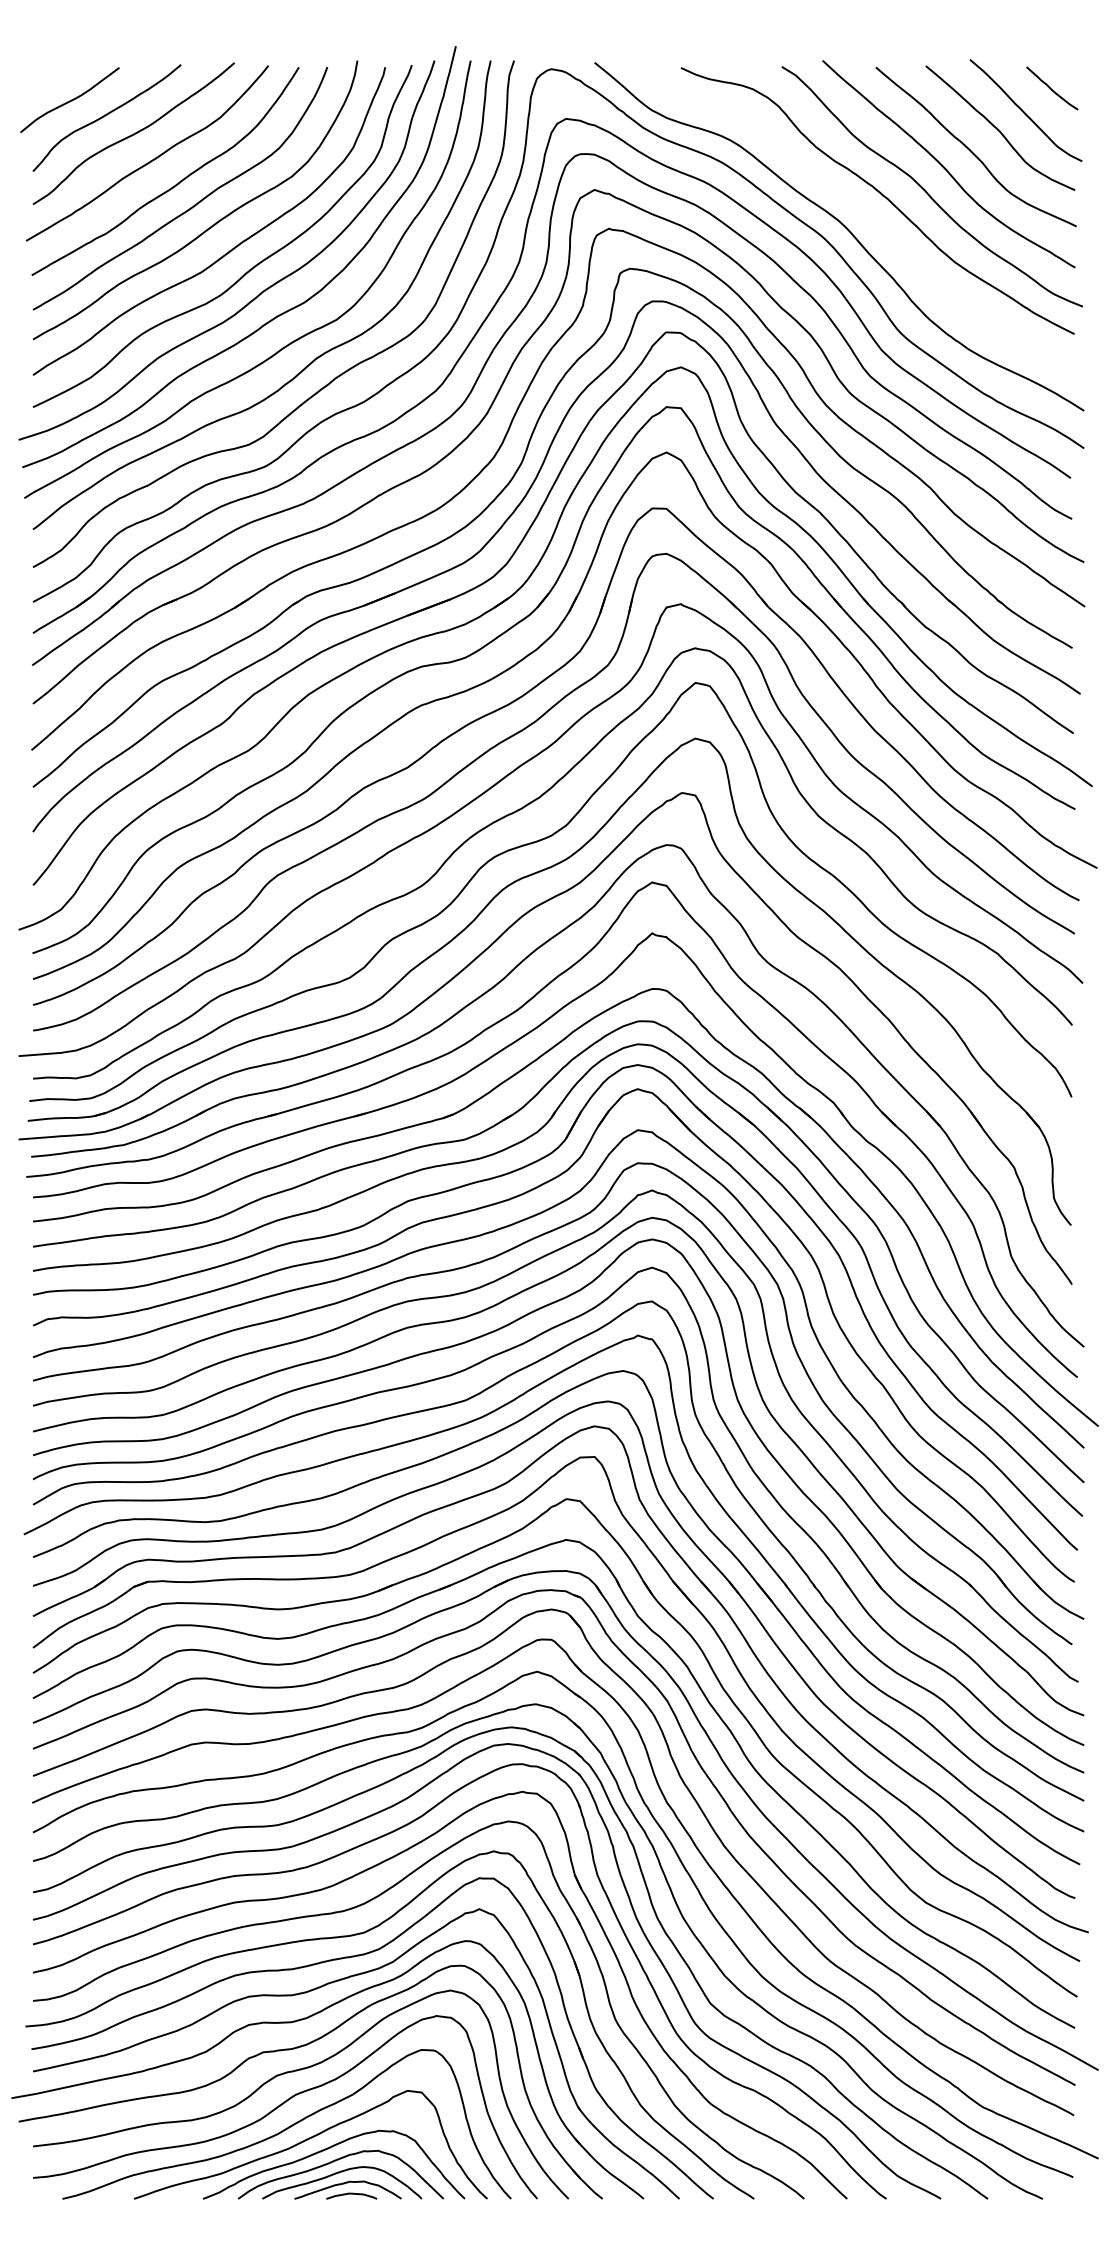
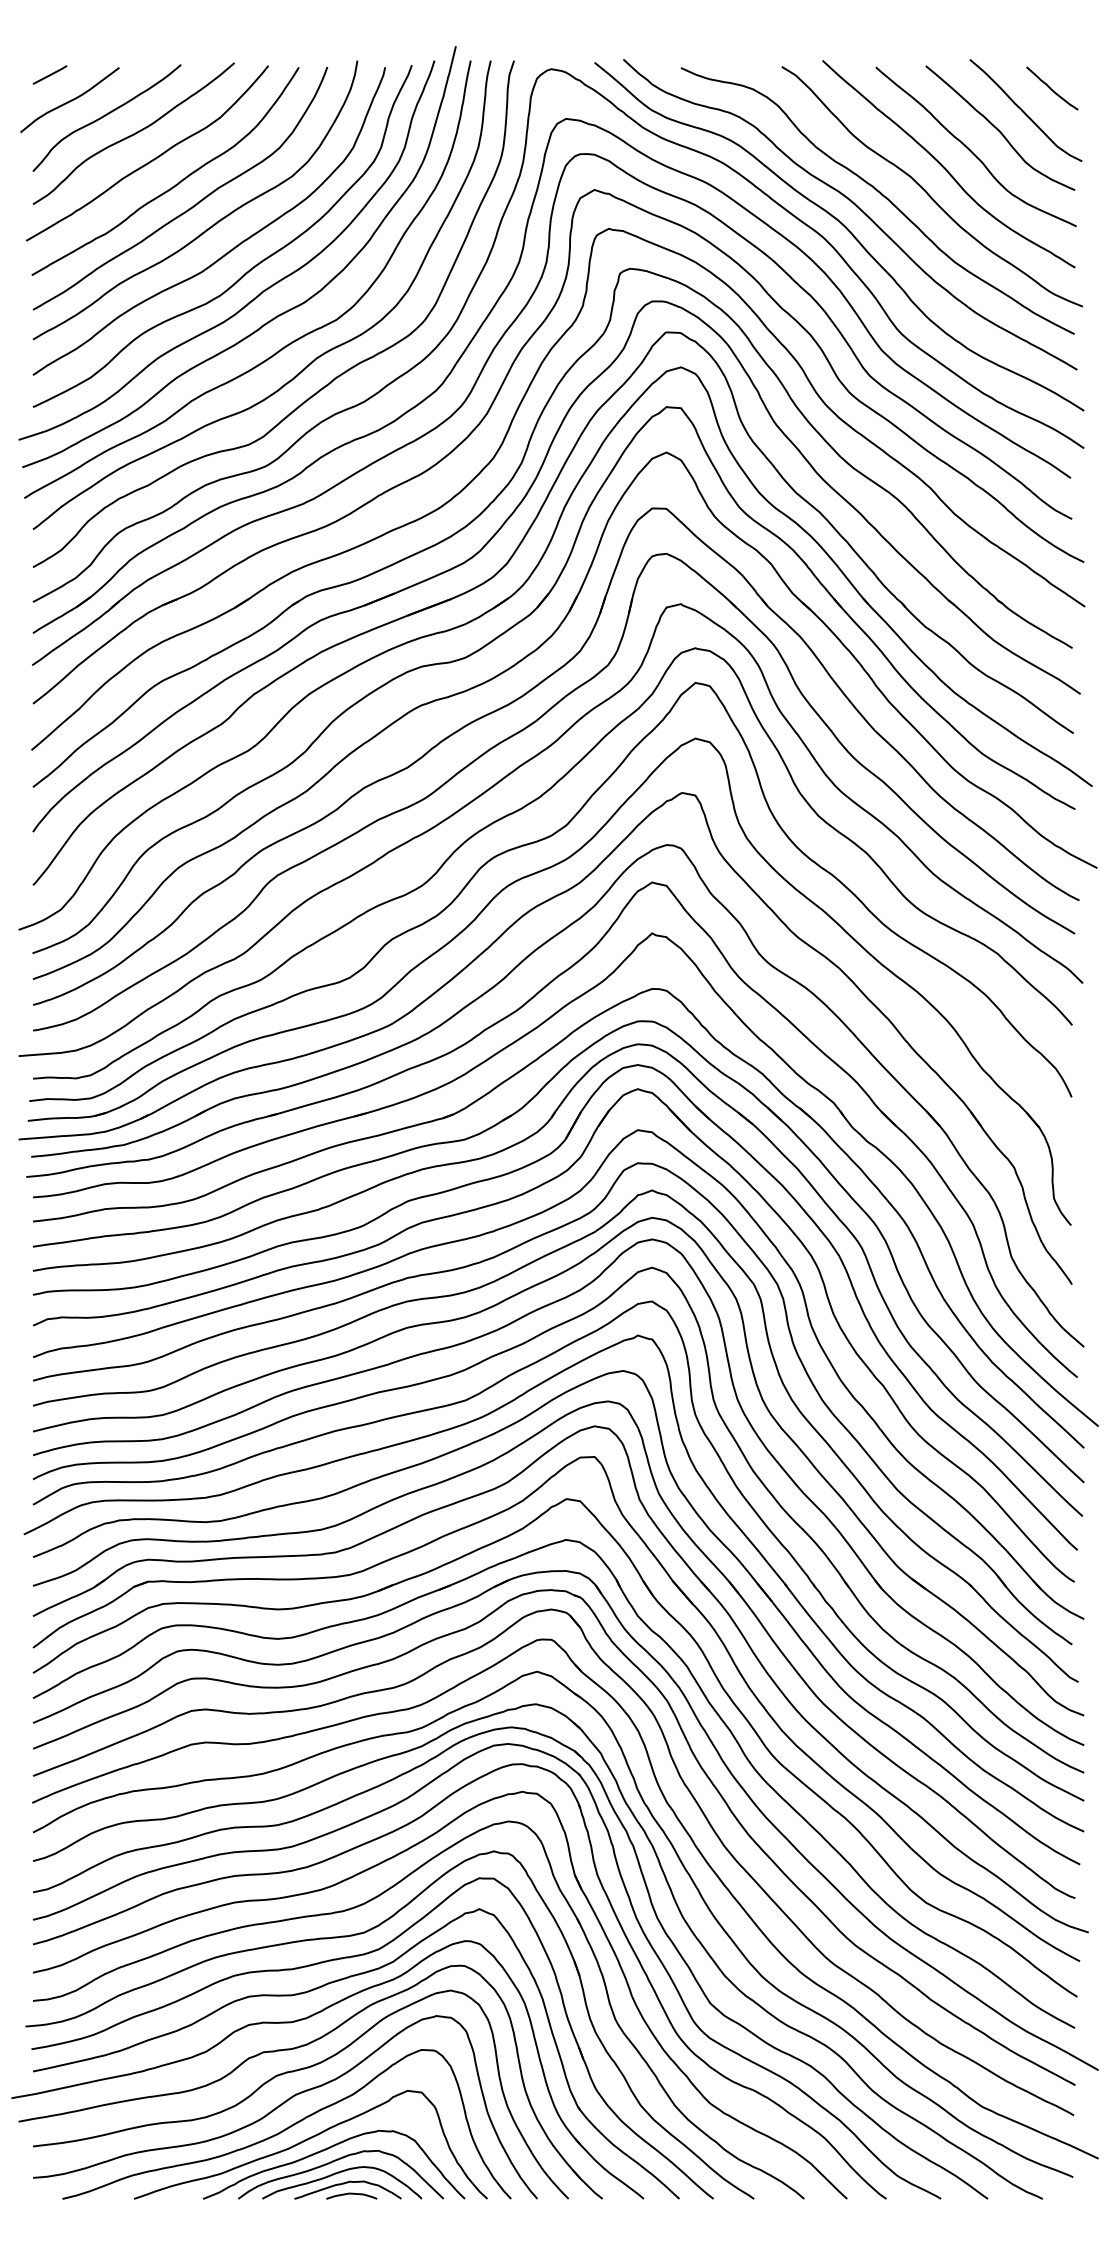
line at (49, 74): none -> present
curve at (856, 207): none -> present
